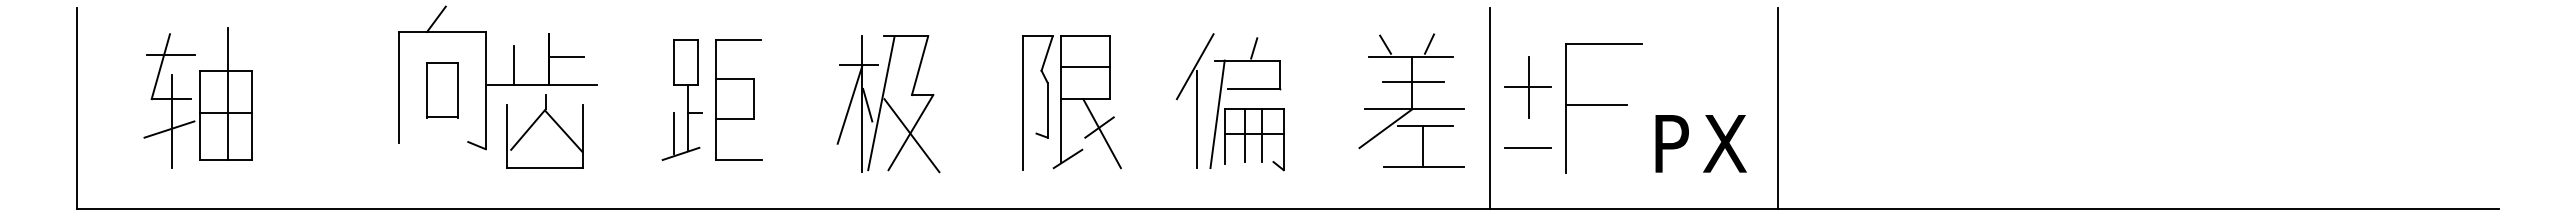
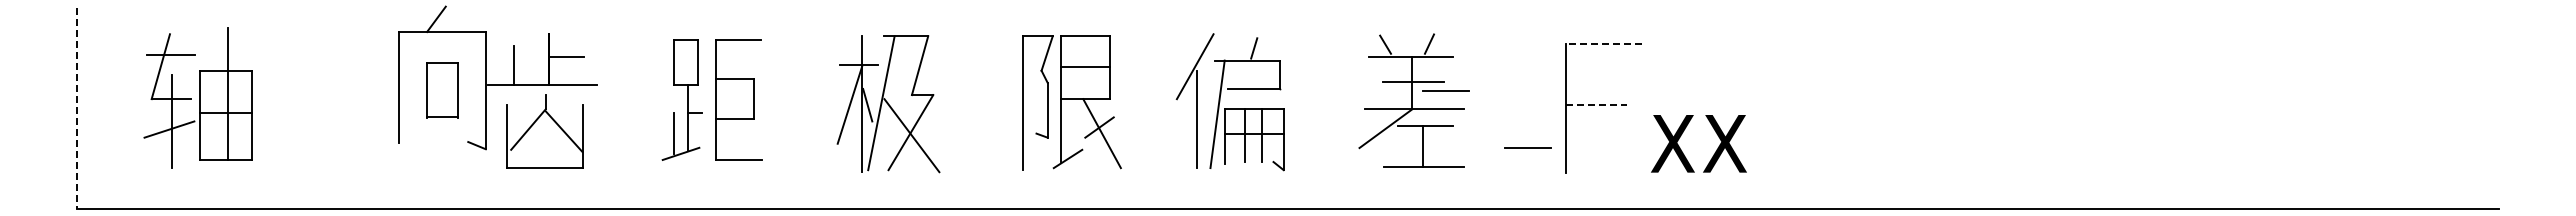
line at (1603, 44): solid -> dashed
part at (1527, 87): present -> none
line at (1445, 90): none -> present
line at (1596, 105): solid -> dashed
line at (77, 108): solid -> dashed
line at (1489, 108): present -> none
line at (1778, 108): present -> none
text at (1672, 143): P -> X
